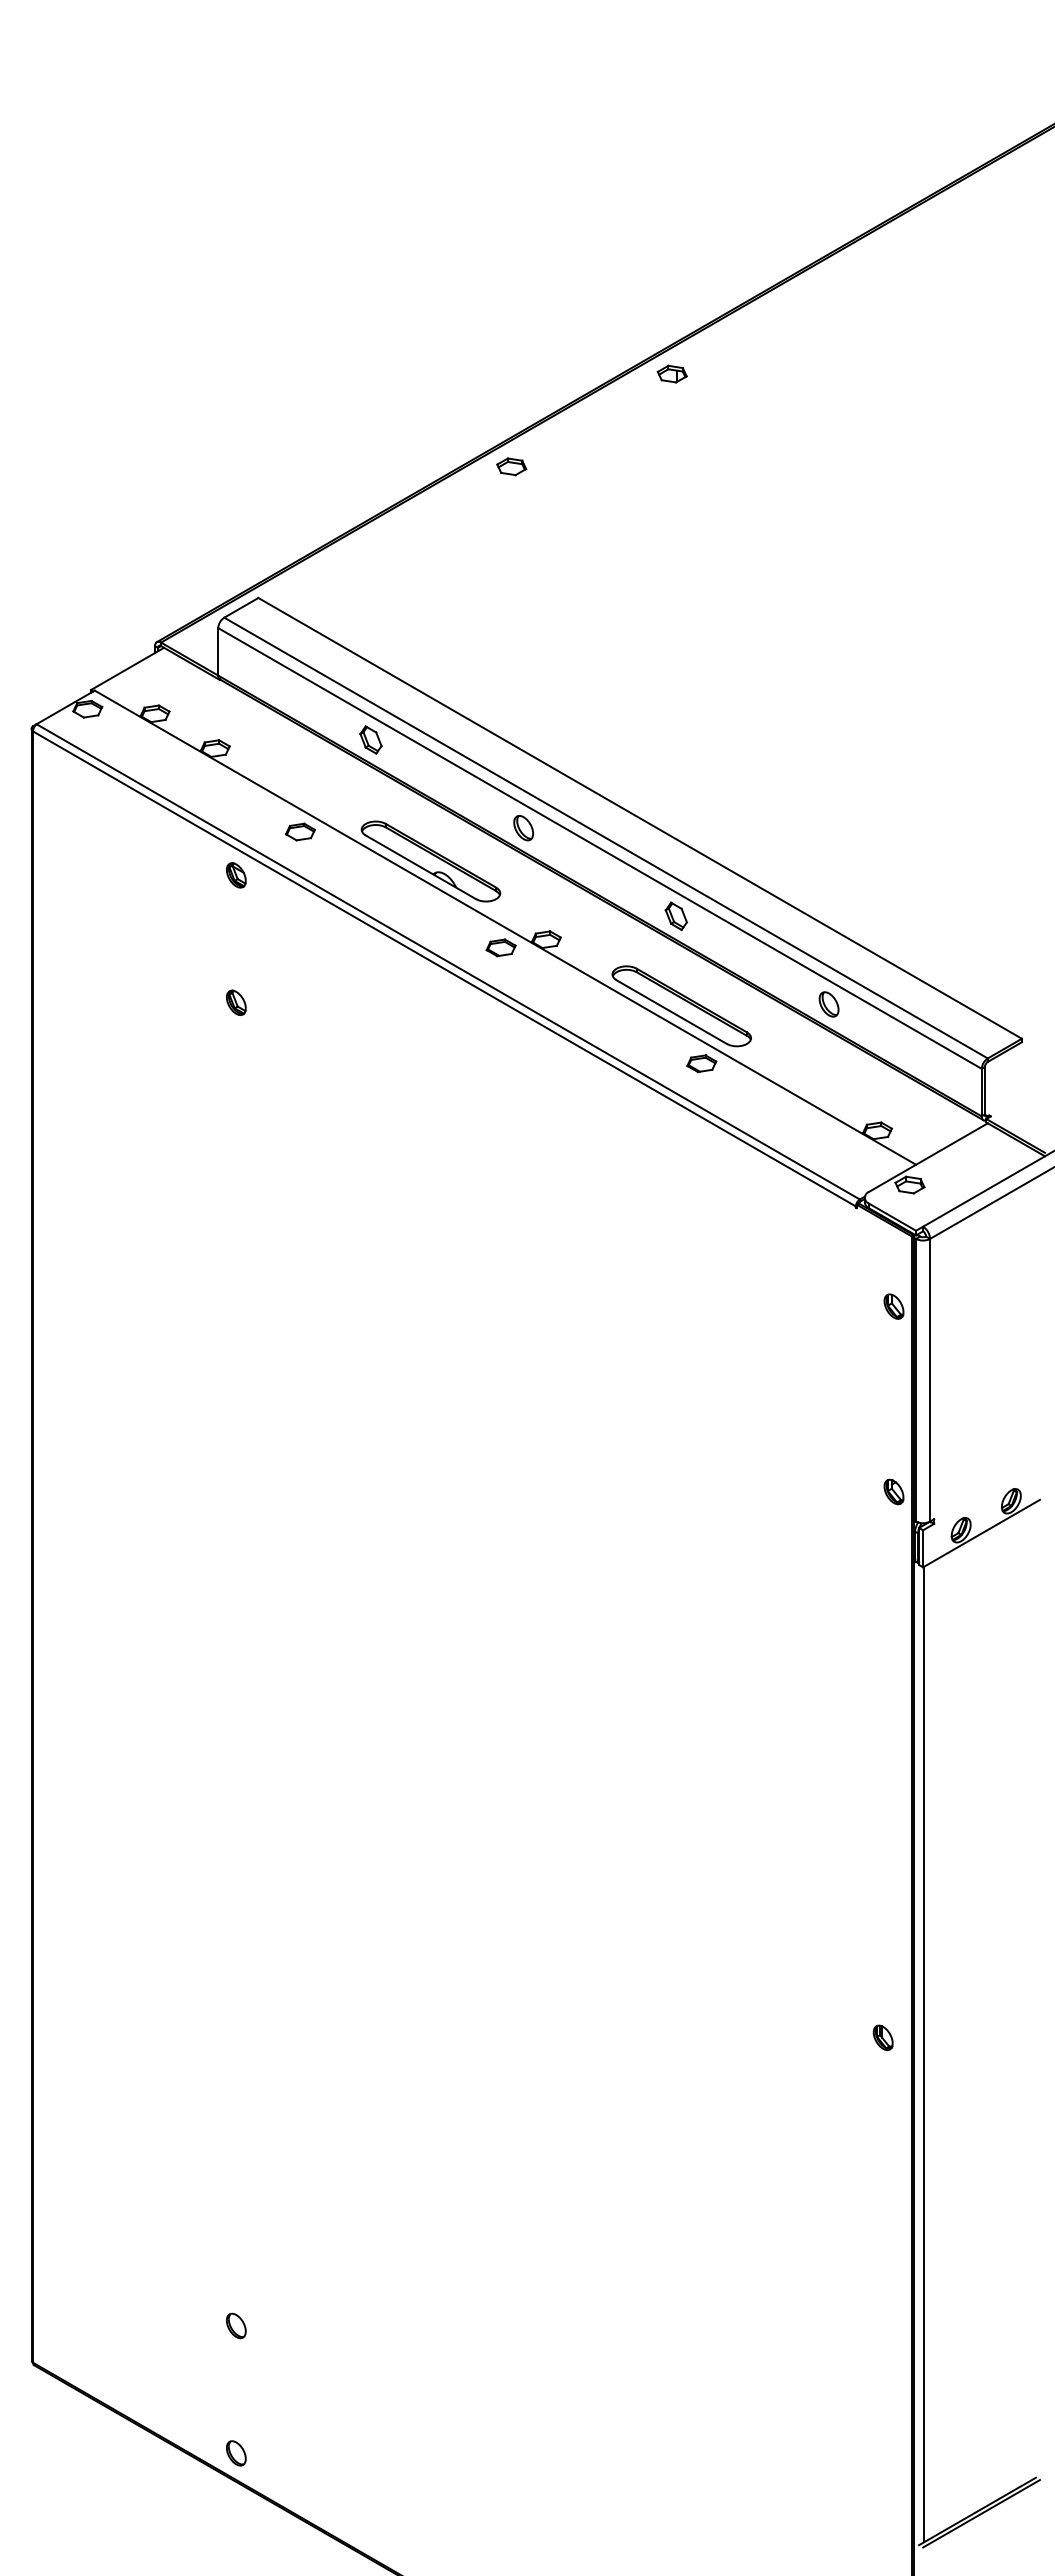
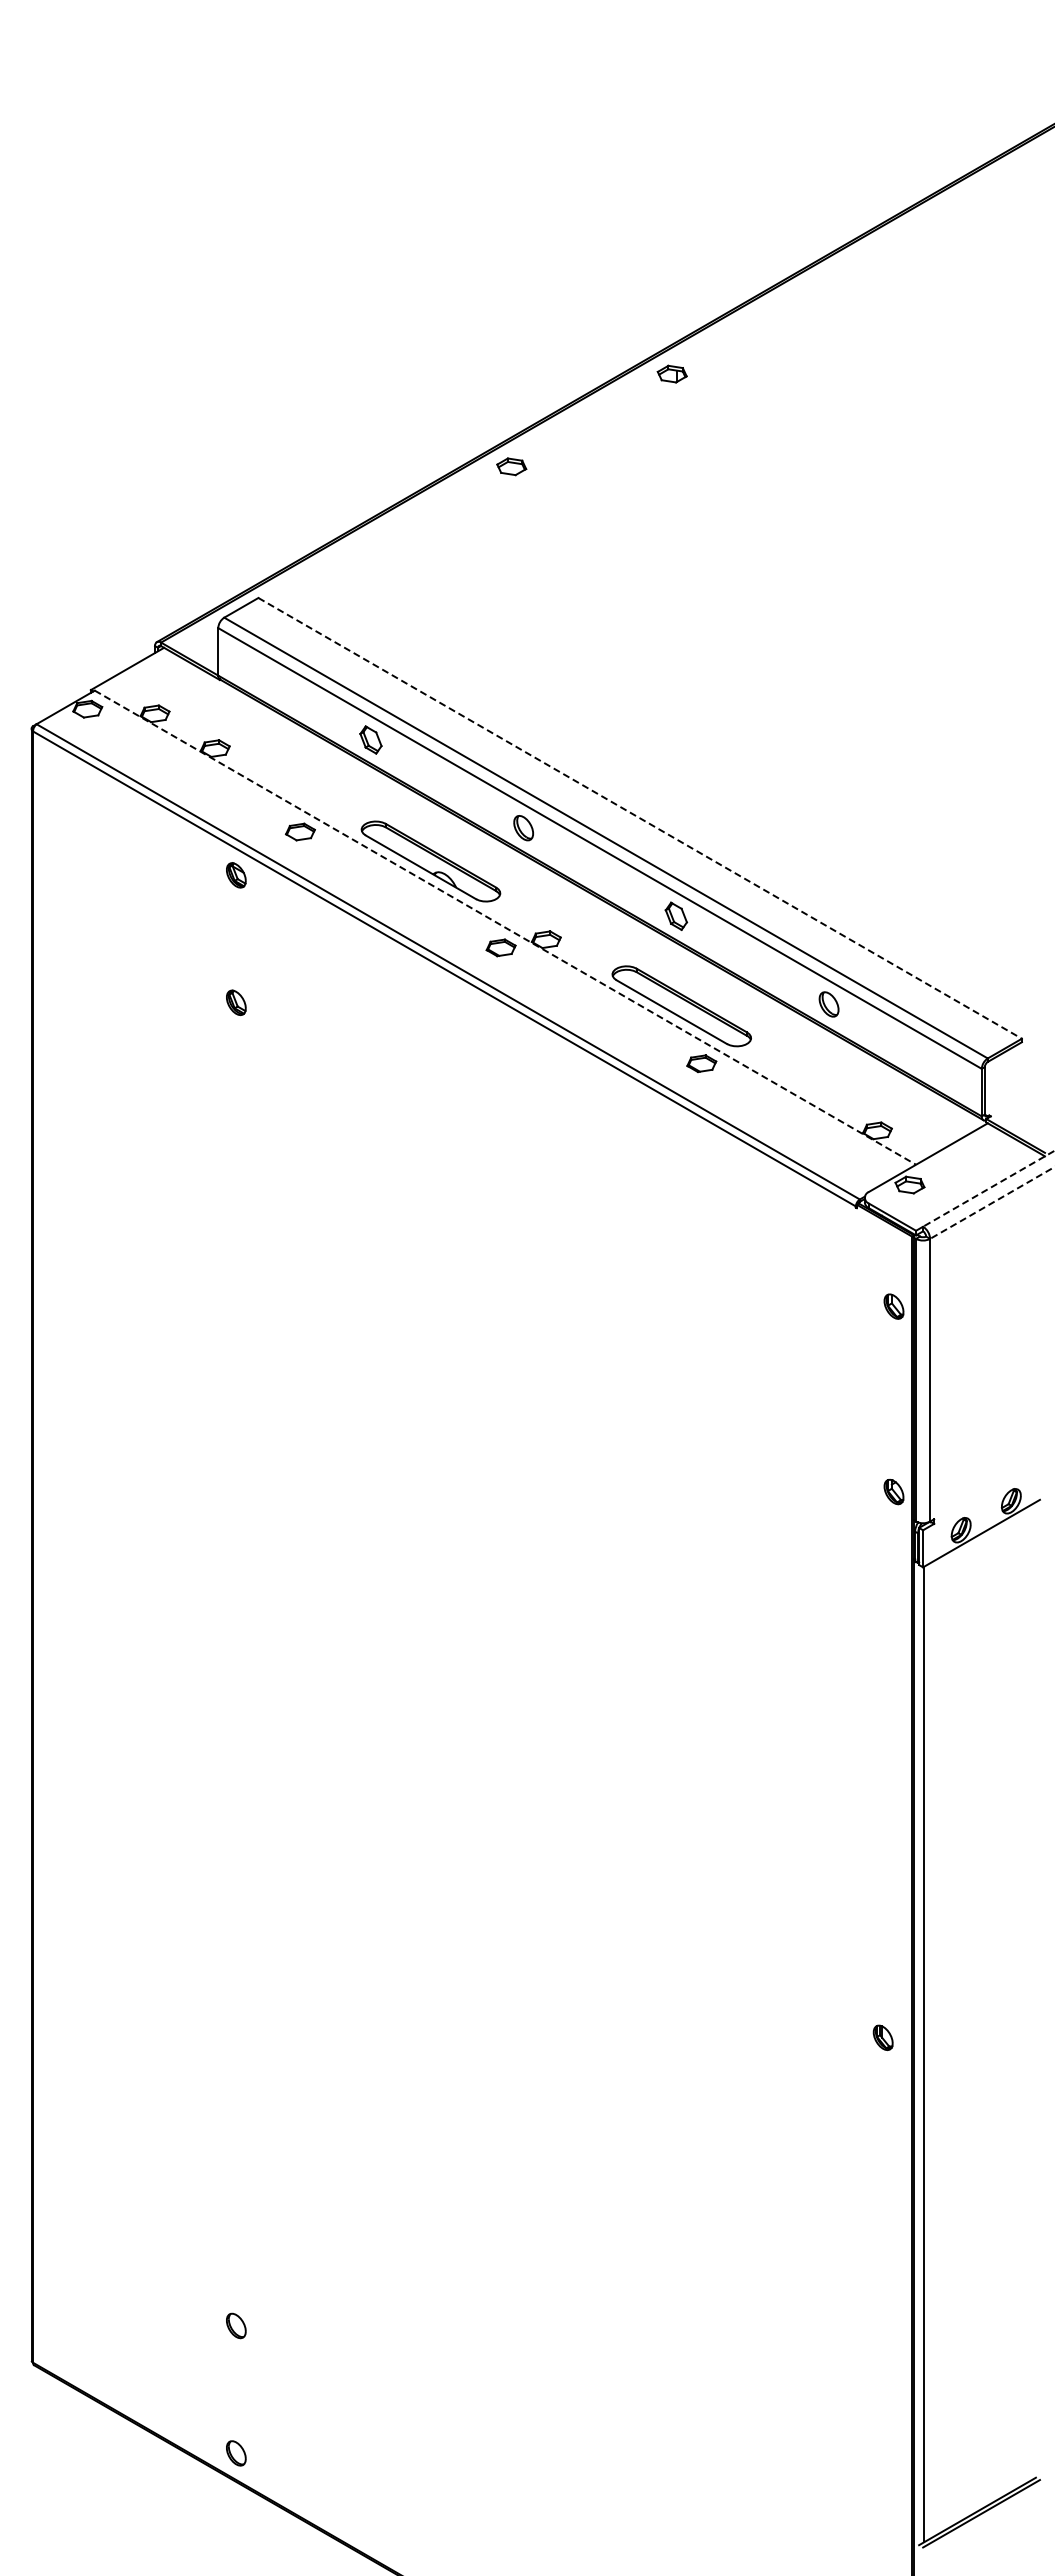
line at (640, 818): solid -> dashed
line at (505, 927): solid -> dashed
line at (988, 1188): solid -> dashed
line at (992, 1202): solid -> dashed
